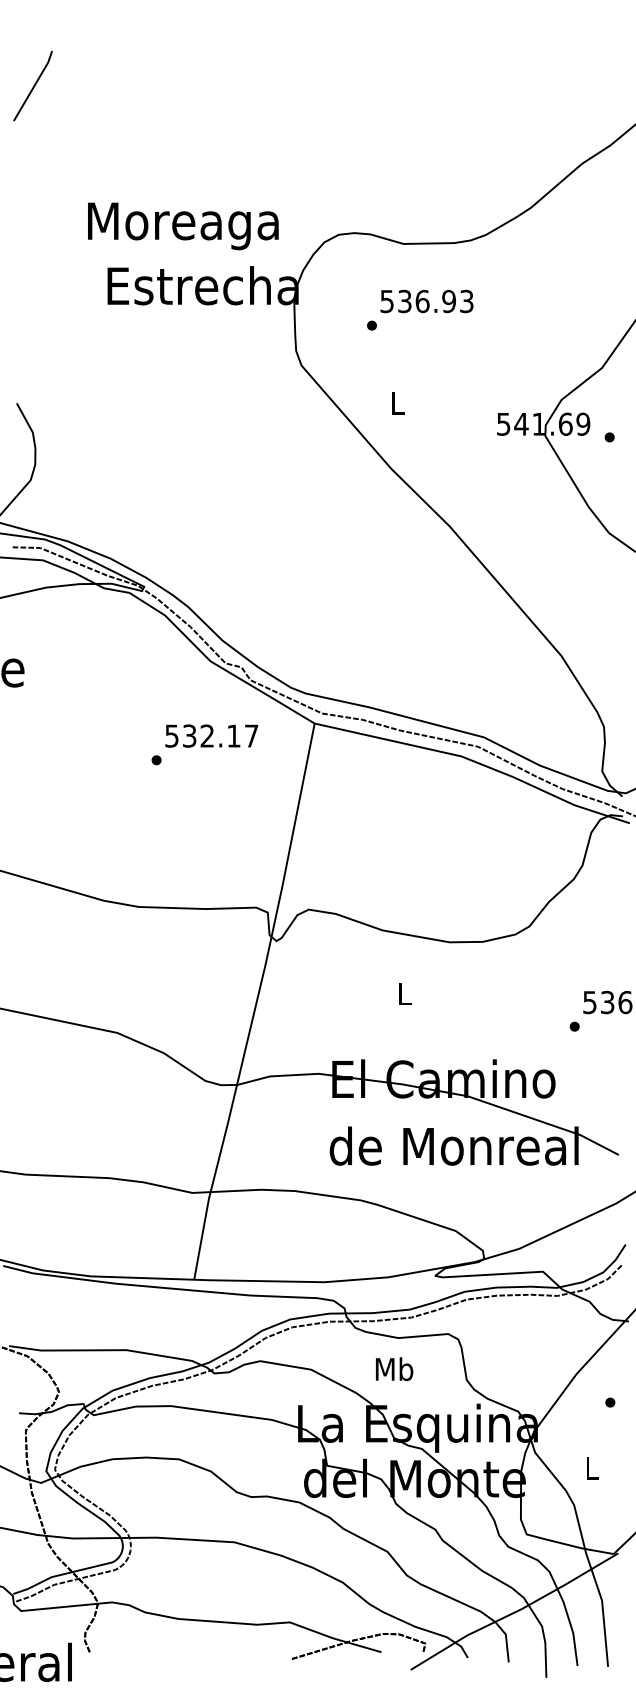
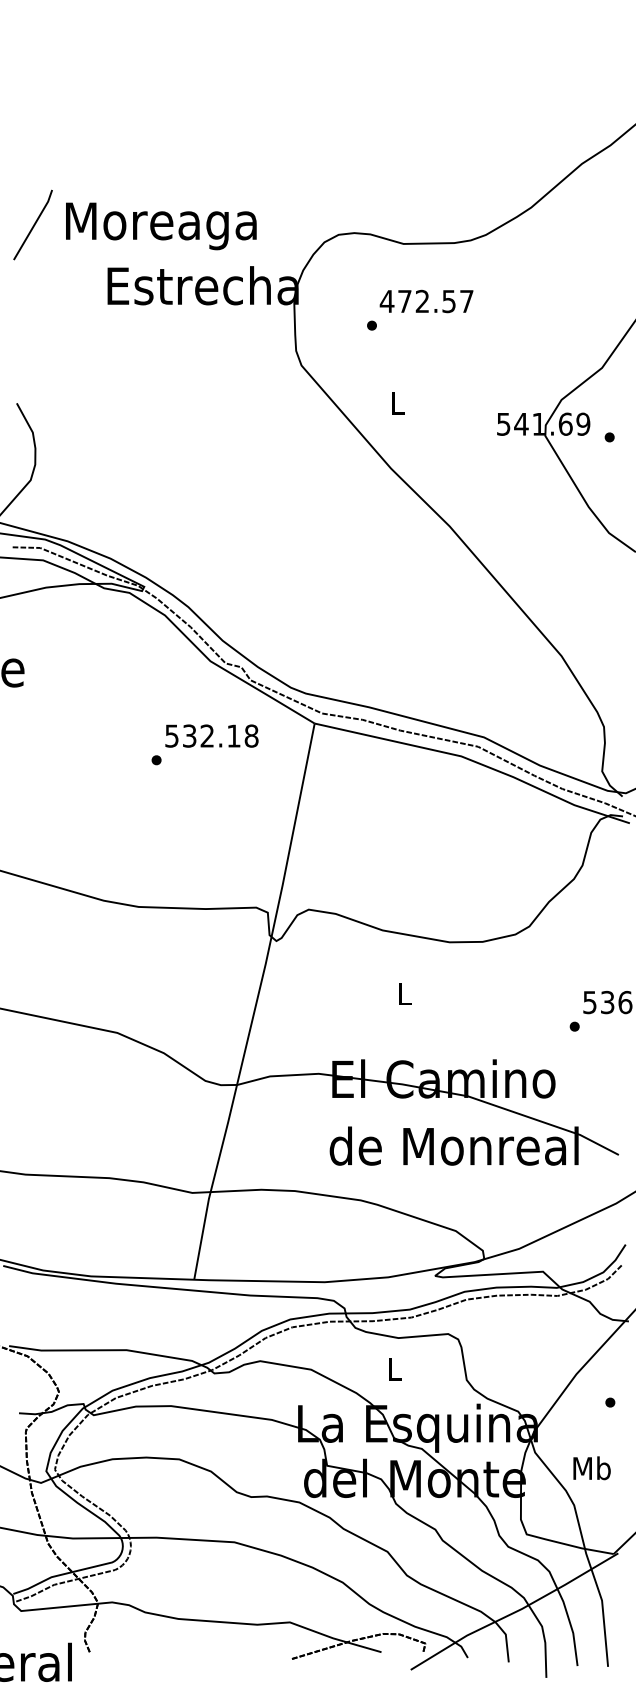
line at (33, 85) position: (33, 85) -> (33, 224)
text at (183, 226) position: (183, 226) -> (161, 226)
text at (426, 301): 536.93 -> 472.57
text at (251, 735): 532.17 -> 532.18
text at (394, 1369): Mb -> L
text at (591, 1468): L -> Mb
